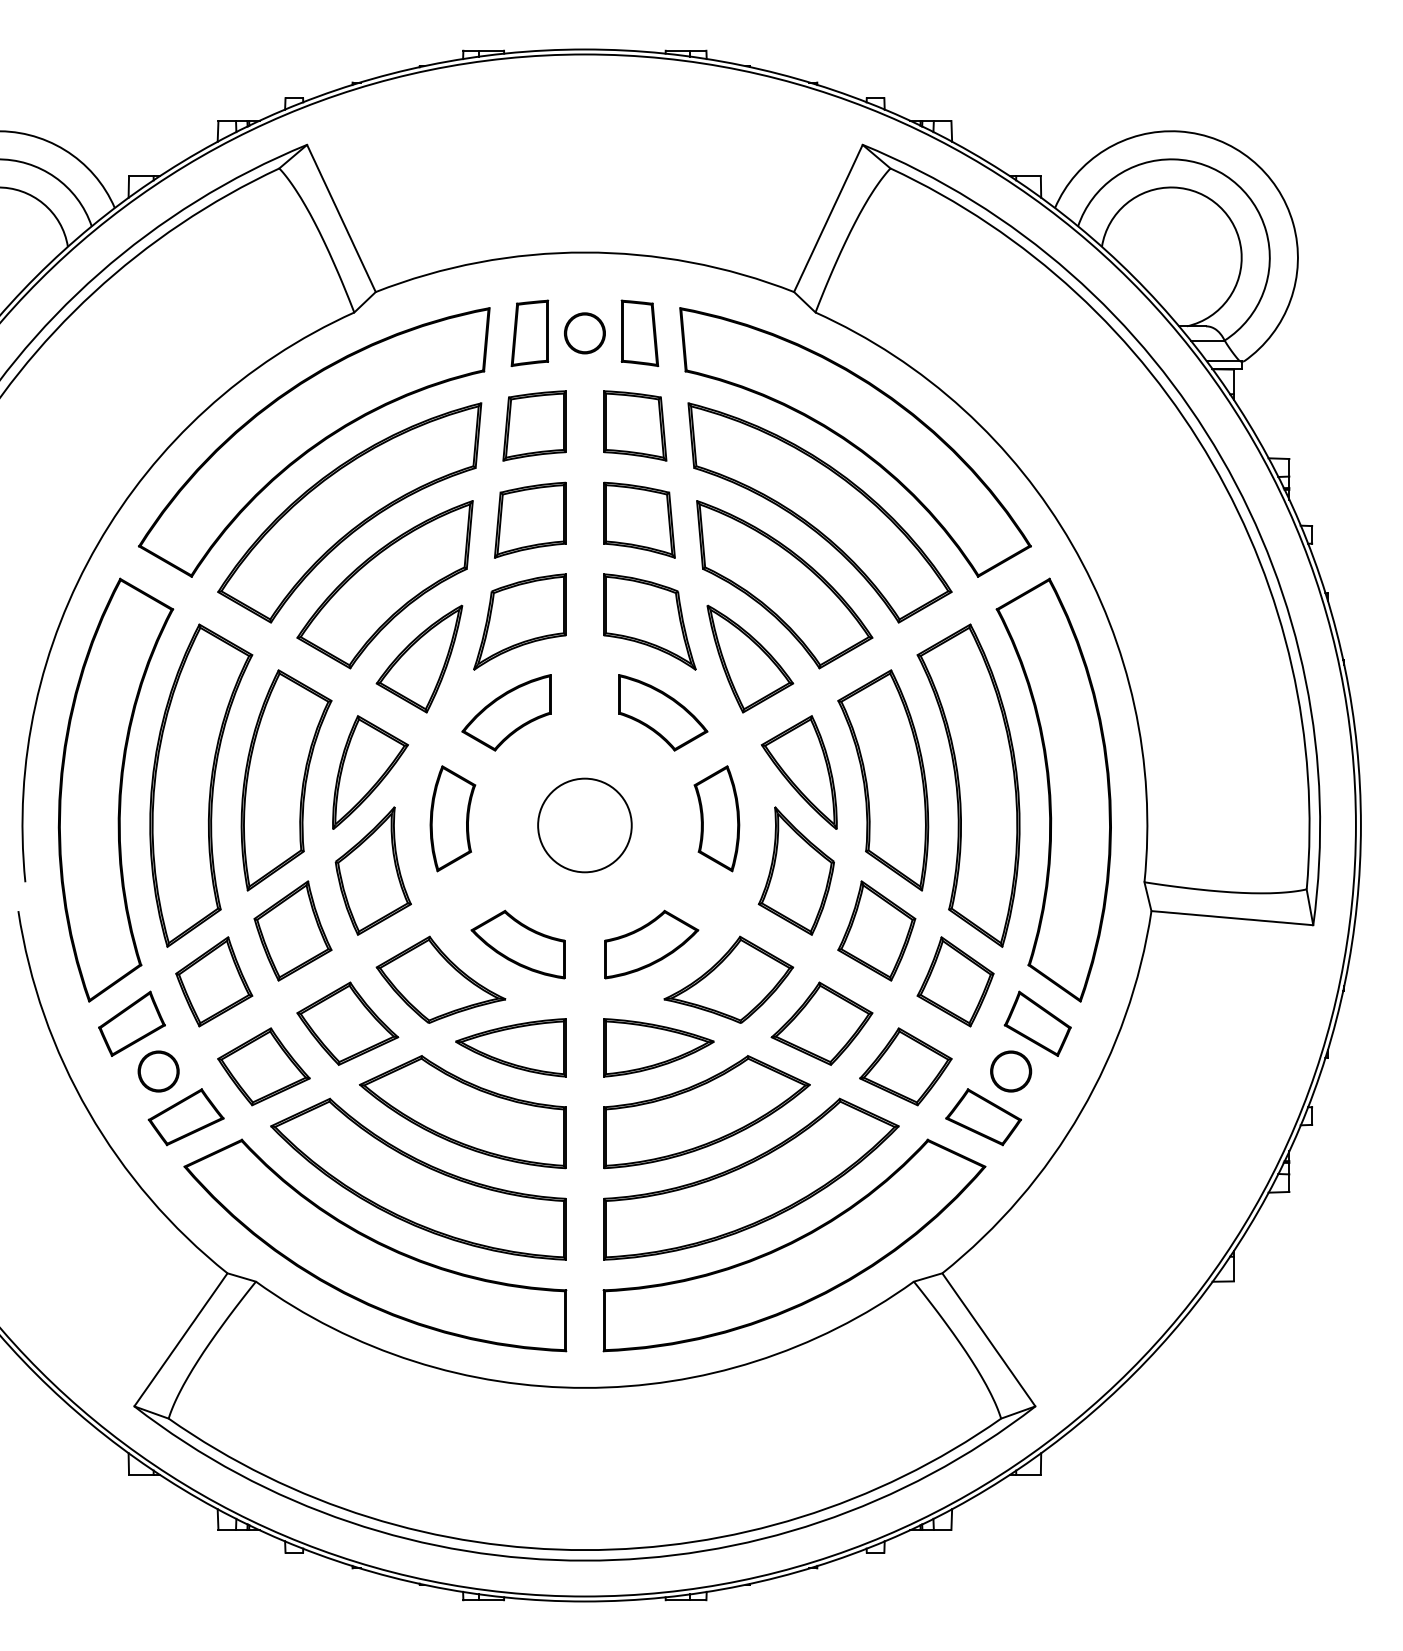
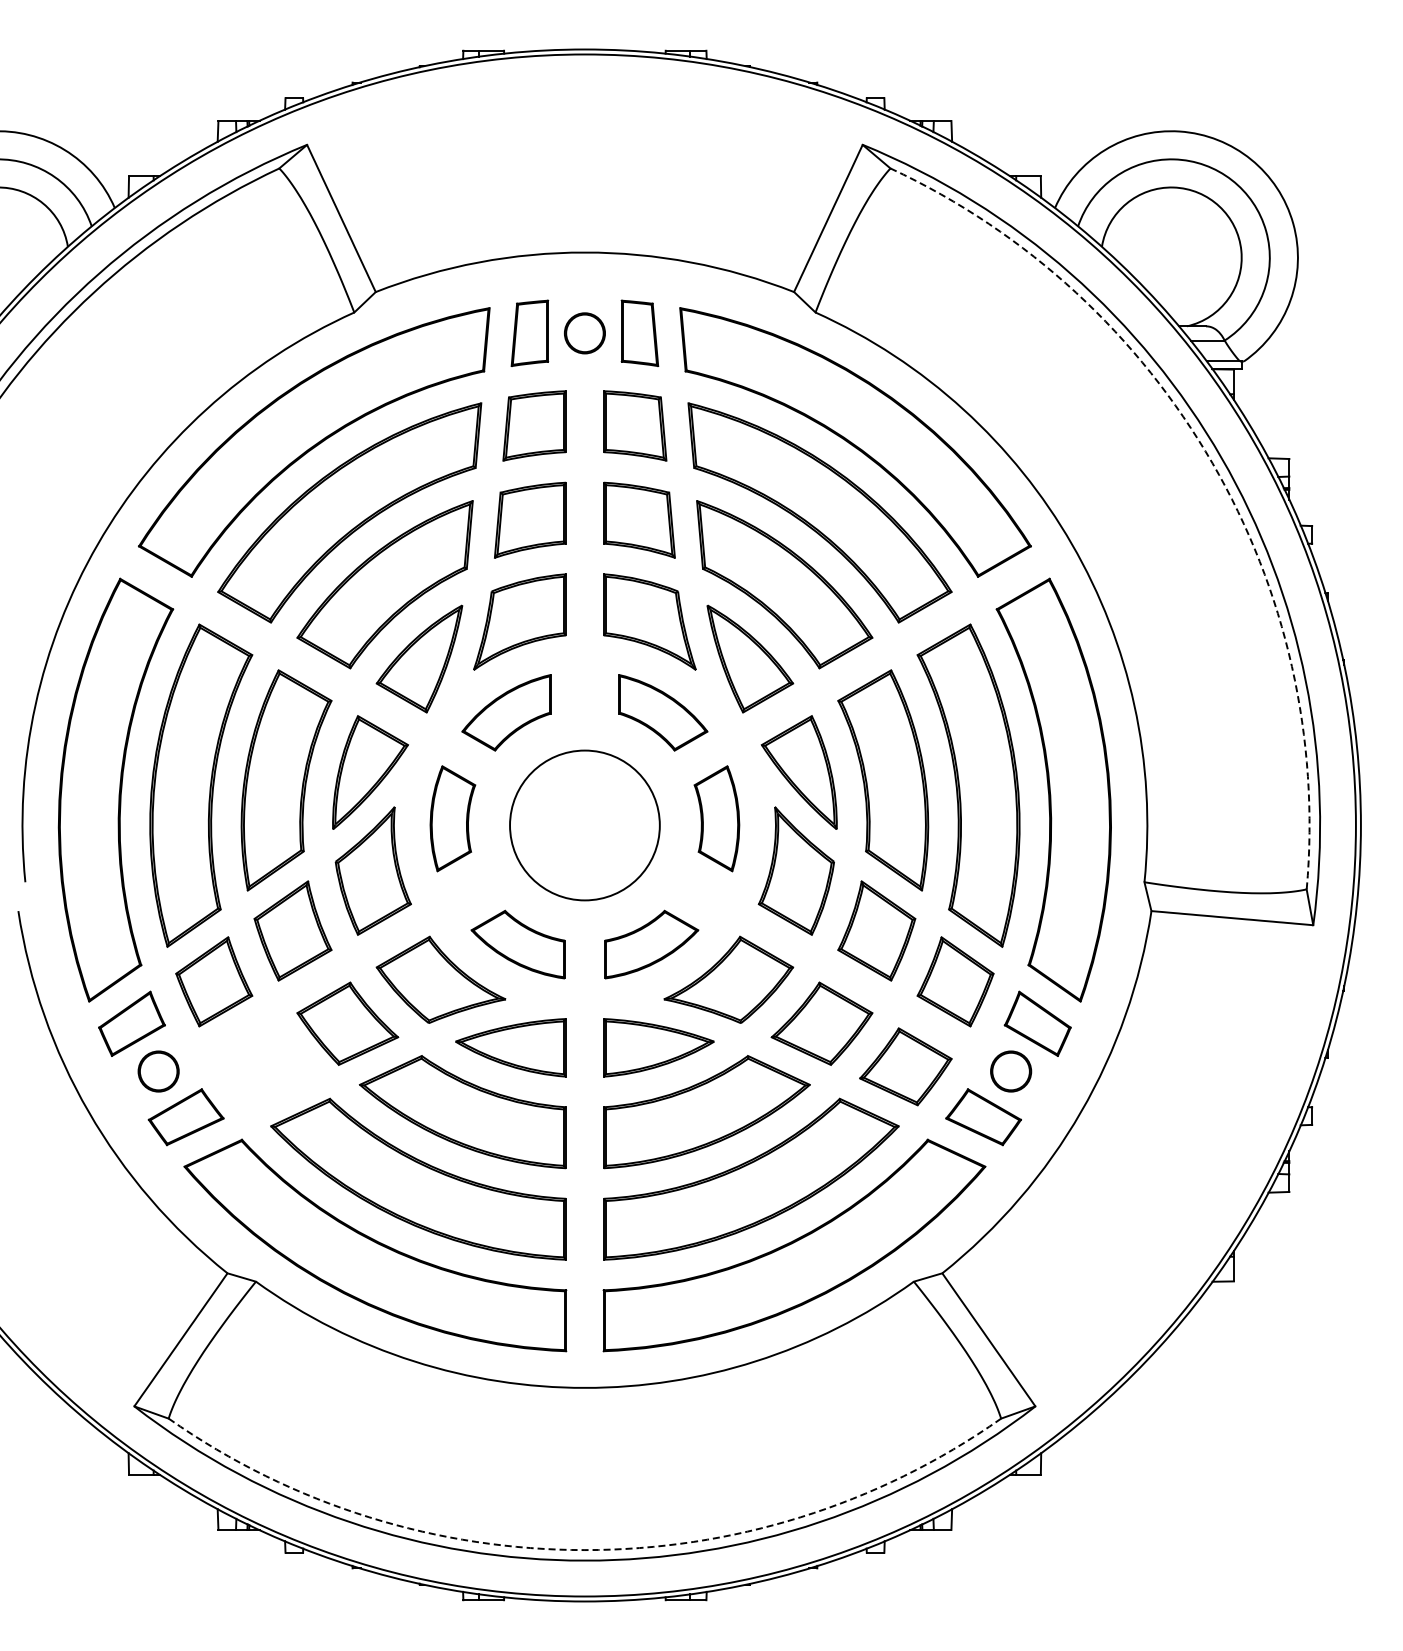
arc at (1212, 463): solid -> dashed
circle at (584, 825) diameter: 94 px -> 150 px
part at (263, 1066): present -> none
arc at (584, 1550): solid -> dashed
